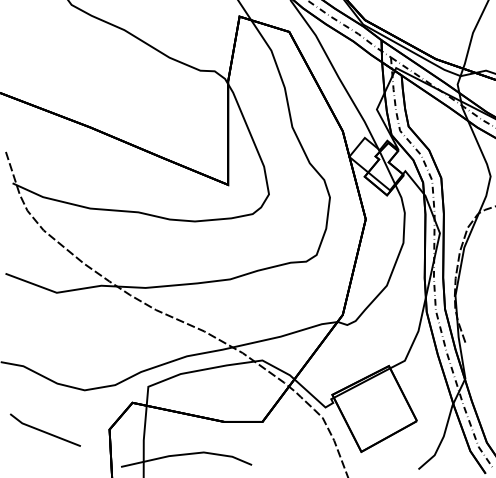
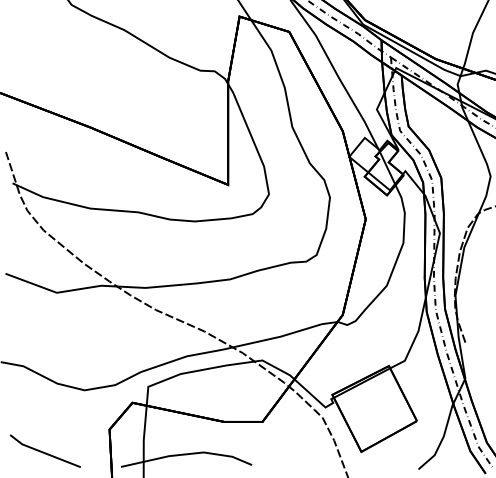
line at (45, 431) position: (45, 431) -> (45, 452)
